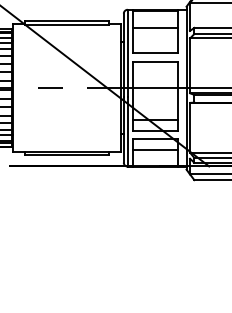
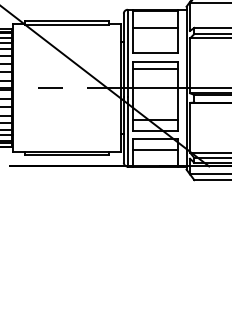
line at (154, 69): none -> present
